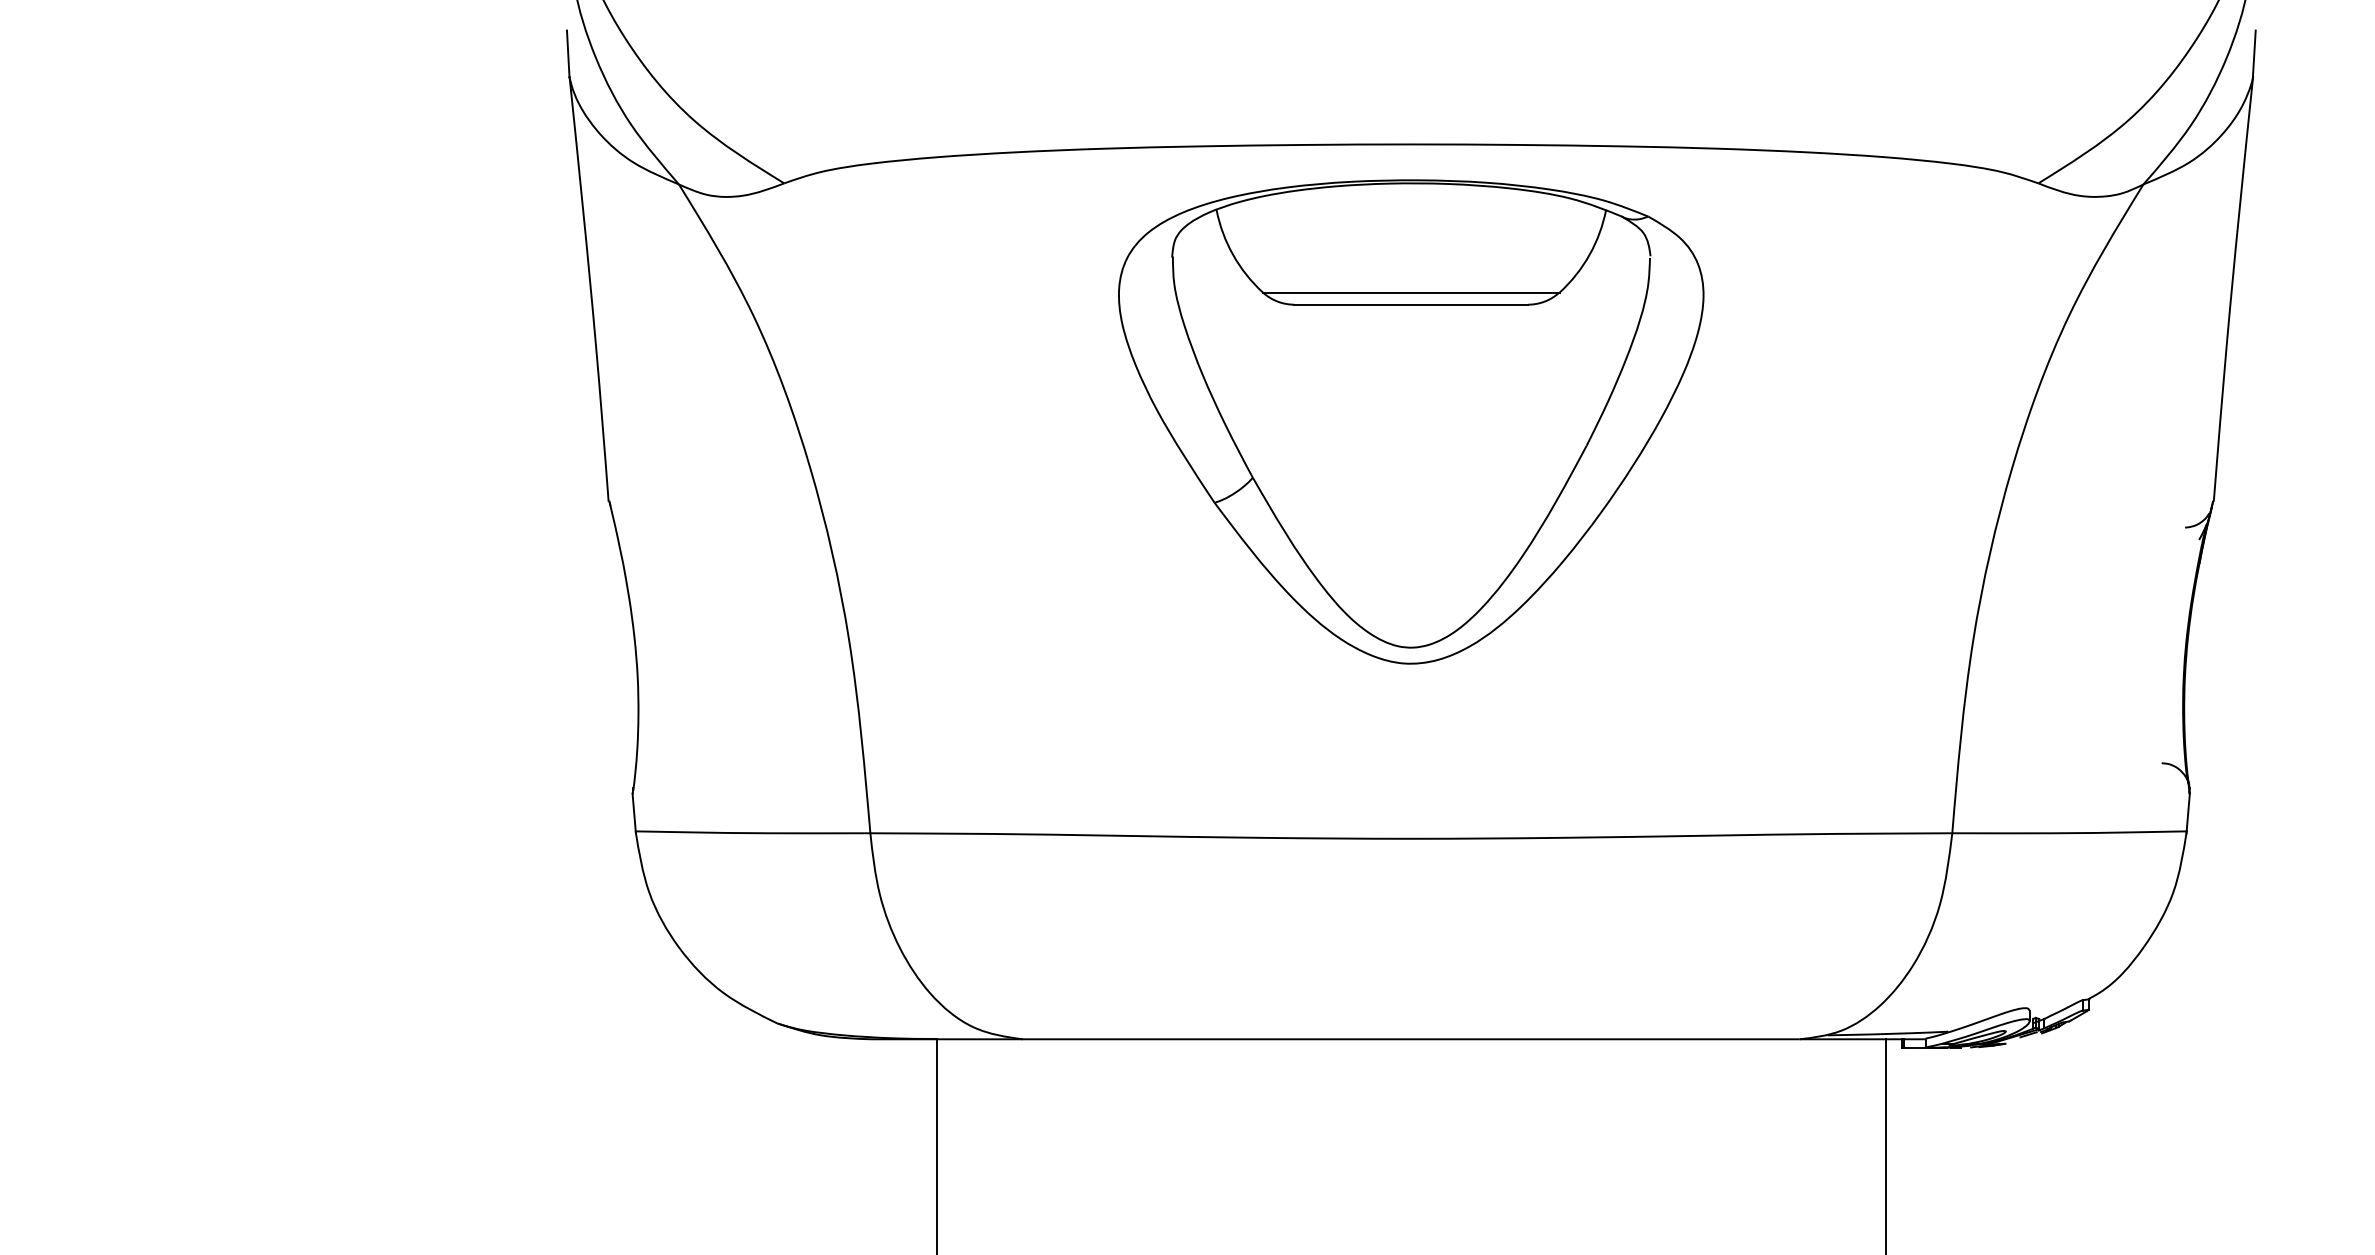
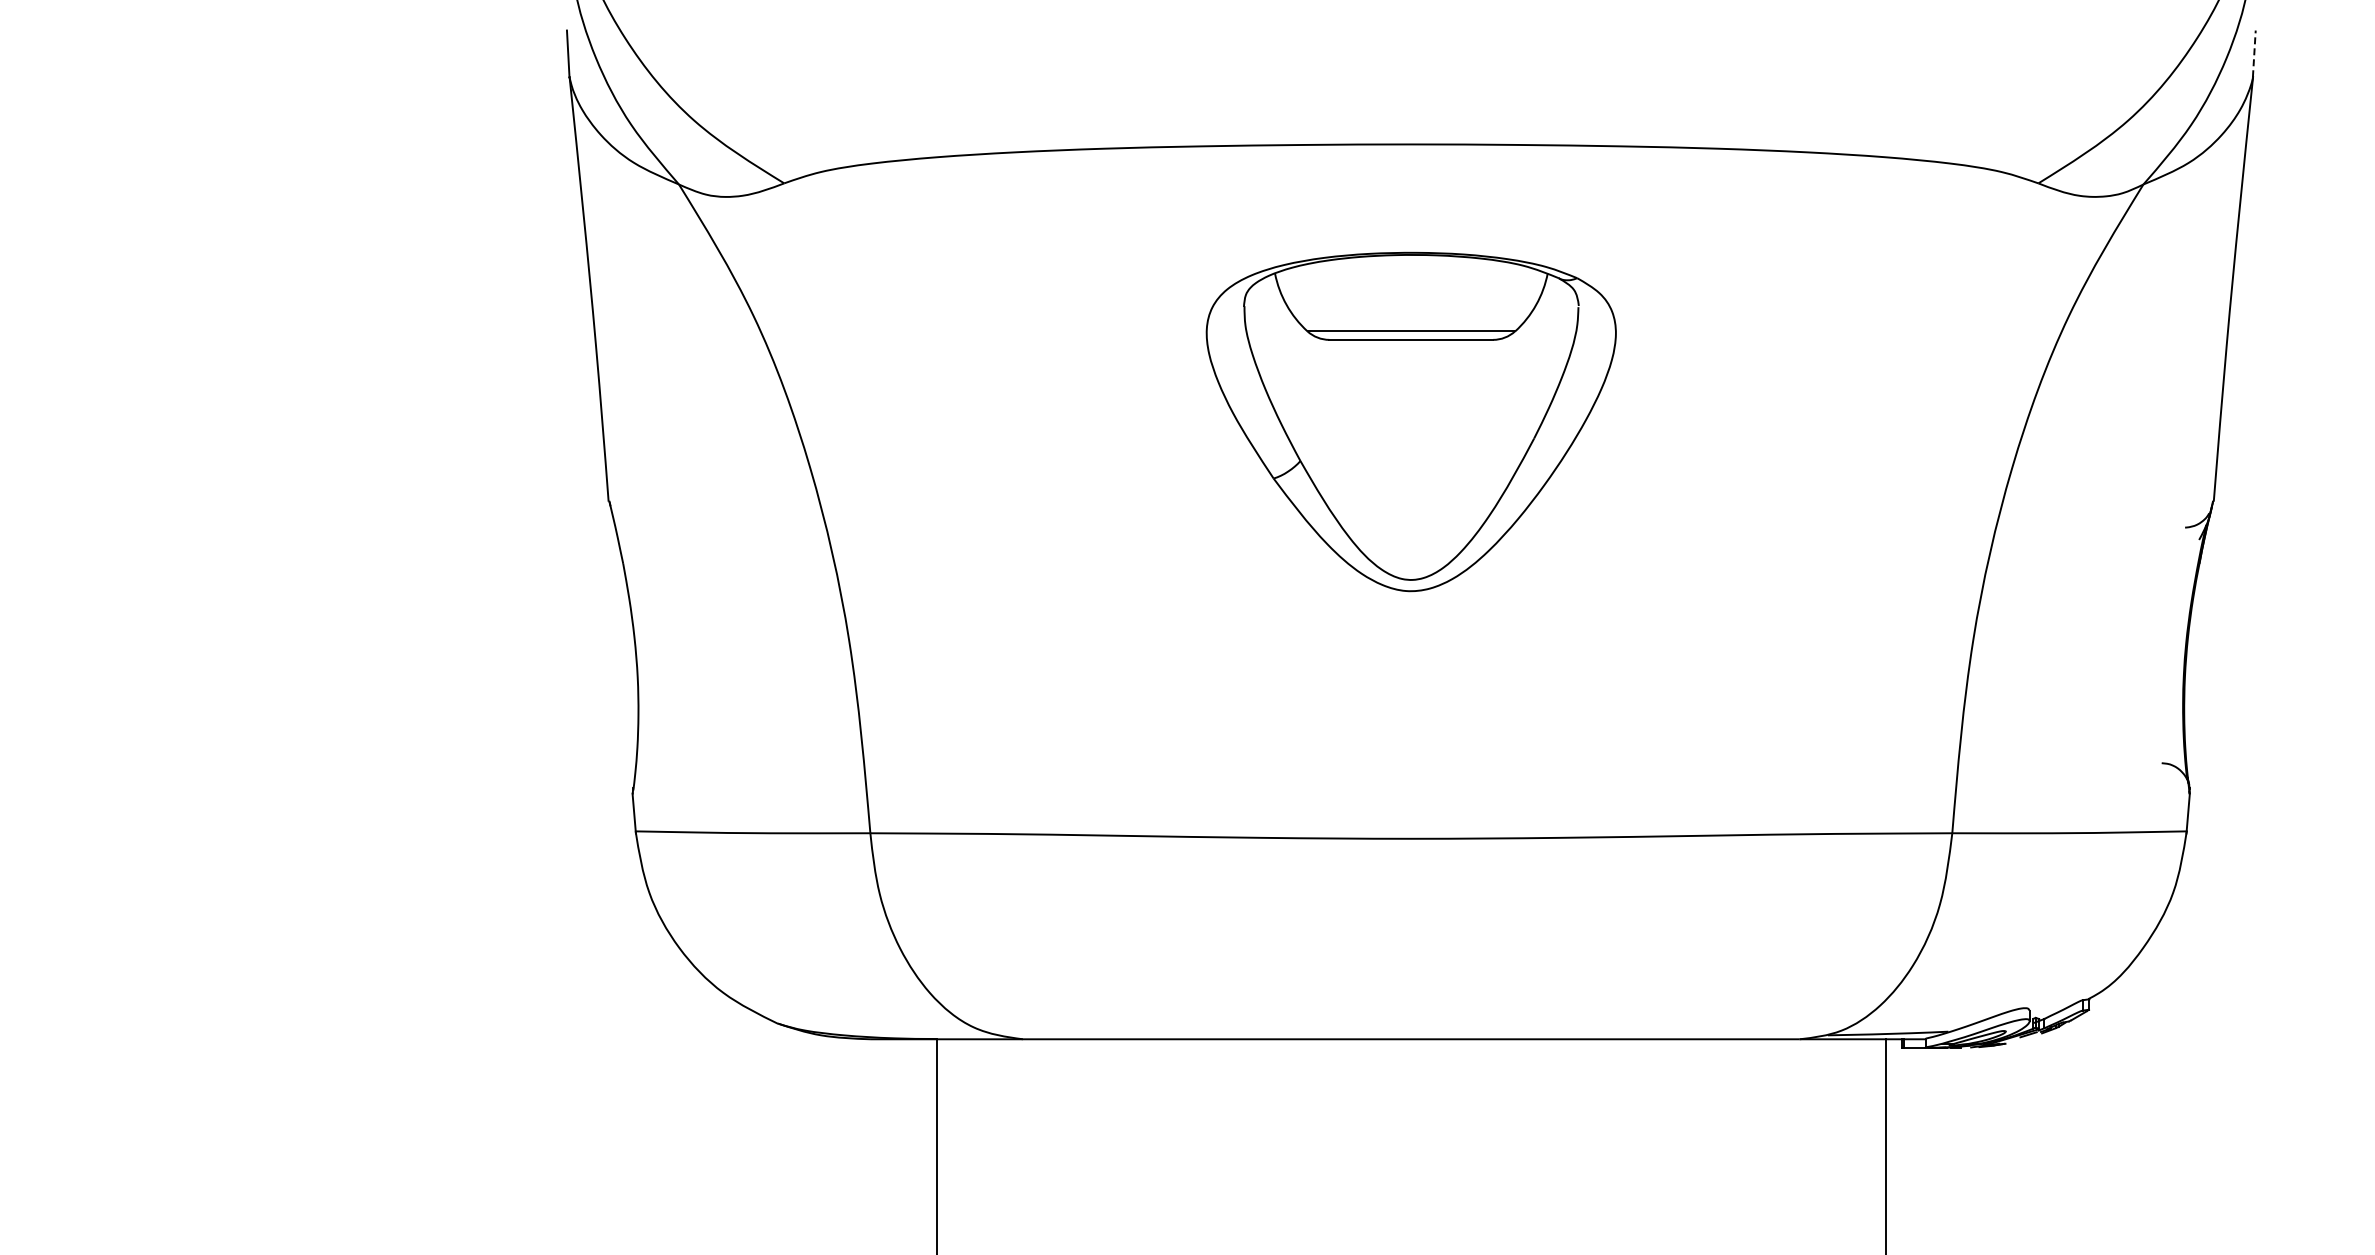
line at (2254, 53): solid -> dashed
part at (1411, 421) size: 587x486 px -> 412x342 px
